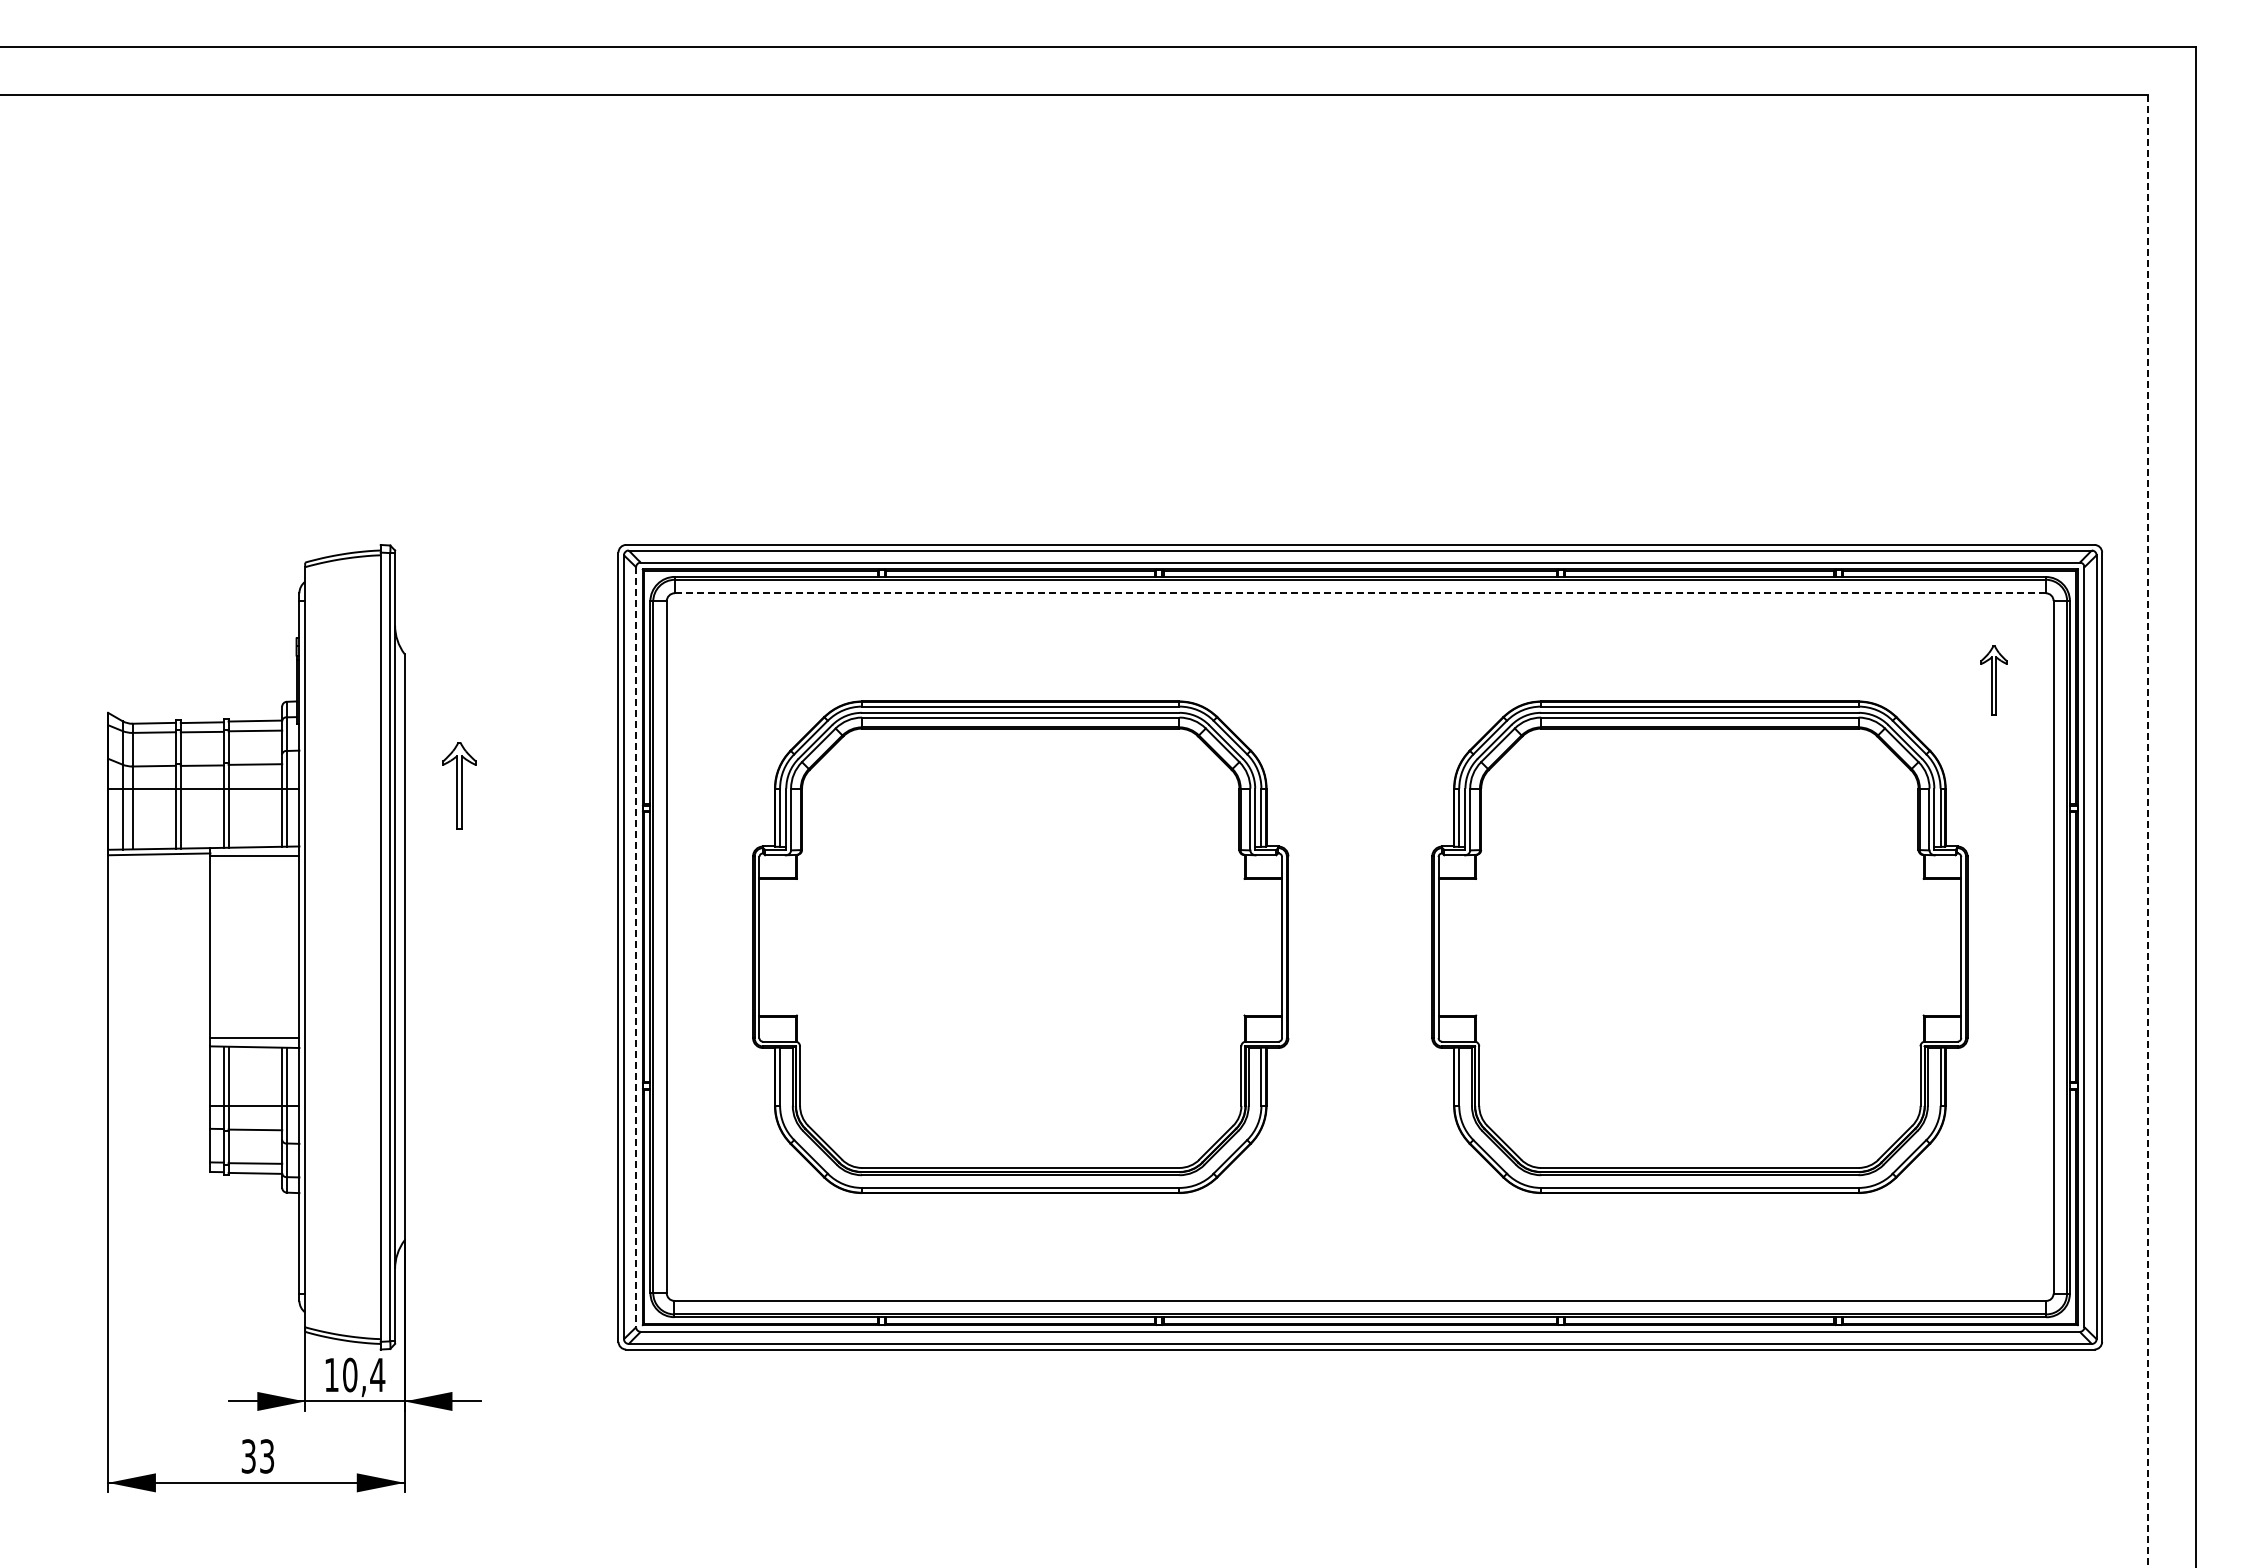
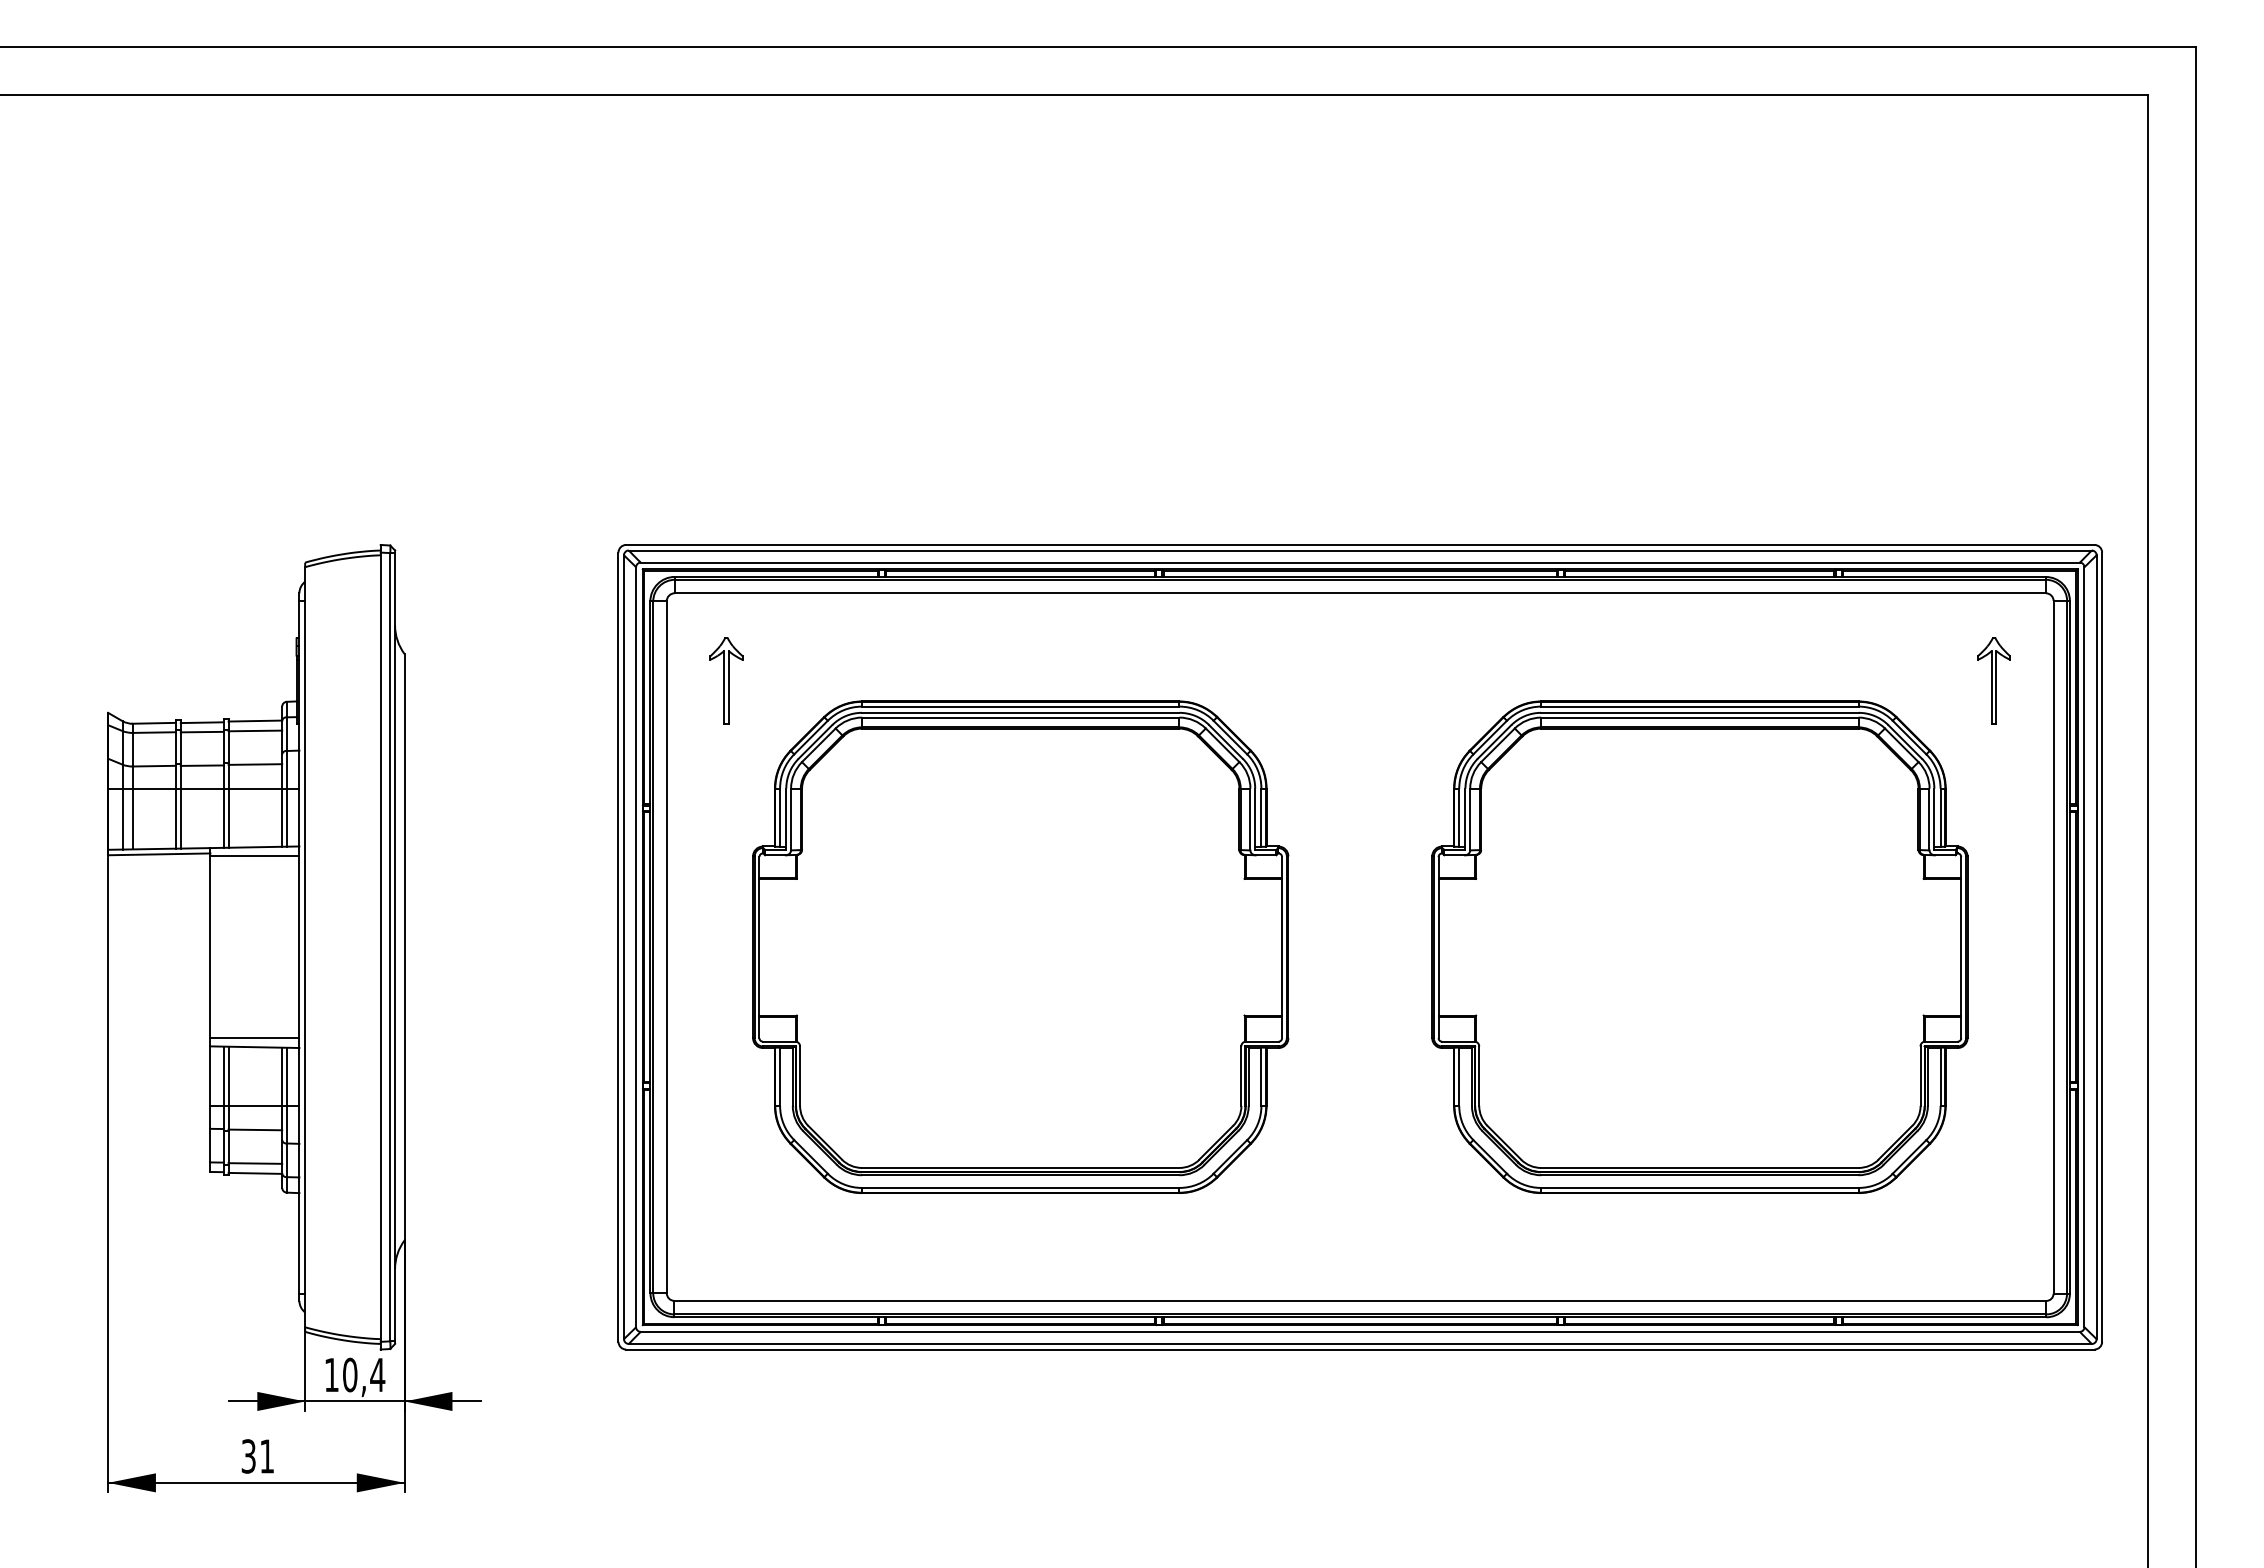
line at (1359, 593): dashed -> solid
part at (1993, 680) size: 28x71 px -> 34x88 px
part at (459, 785) position: (459, 785) -> (726, 680)
line at (2148, 831): dashed -> solid
line at (636, 947): dashed -> solid
text at (267, 1456): 33 -> 31
